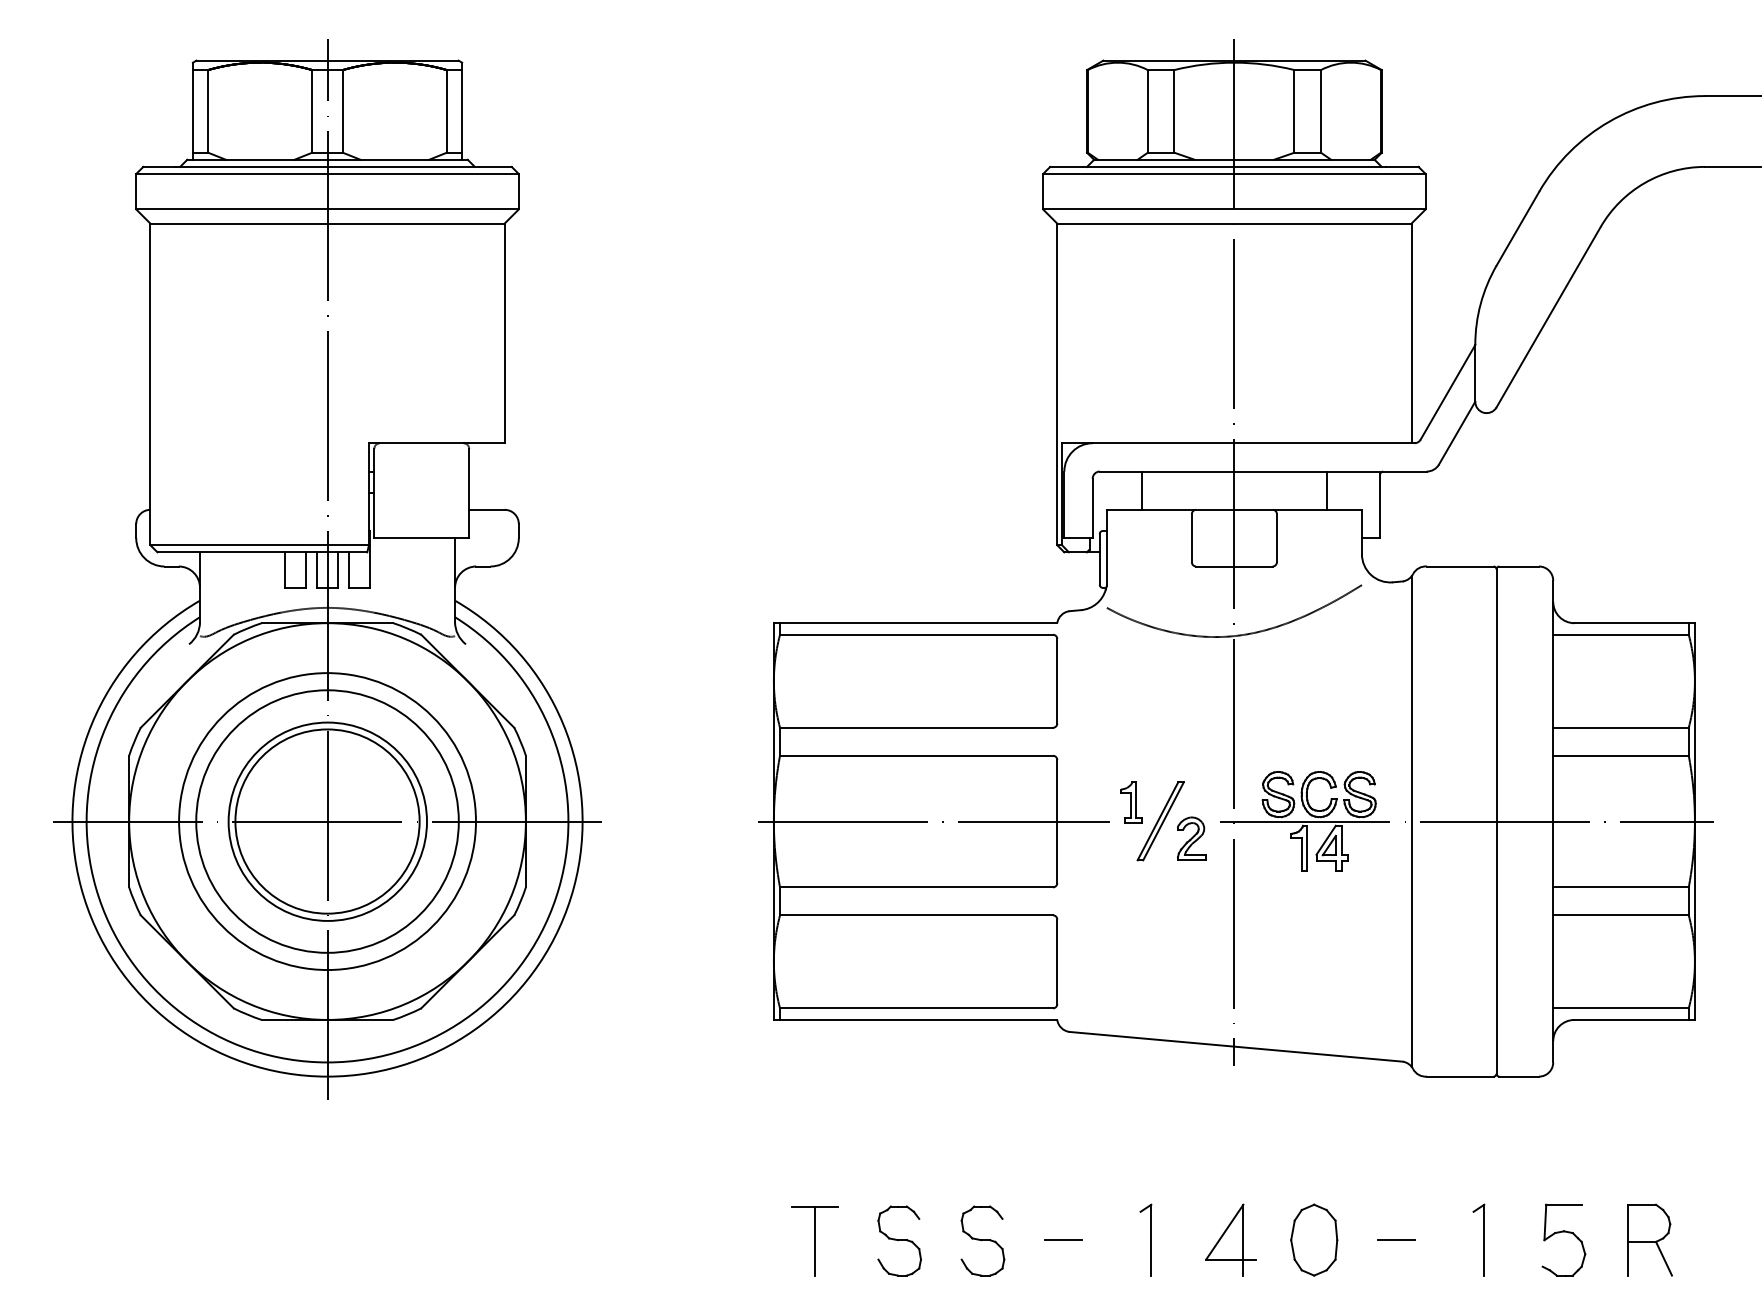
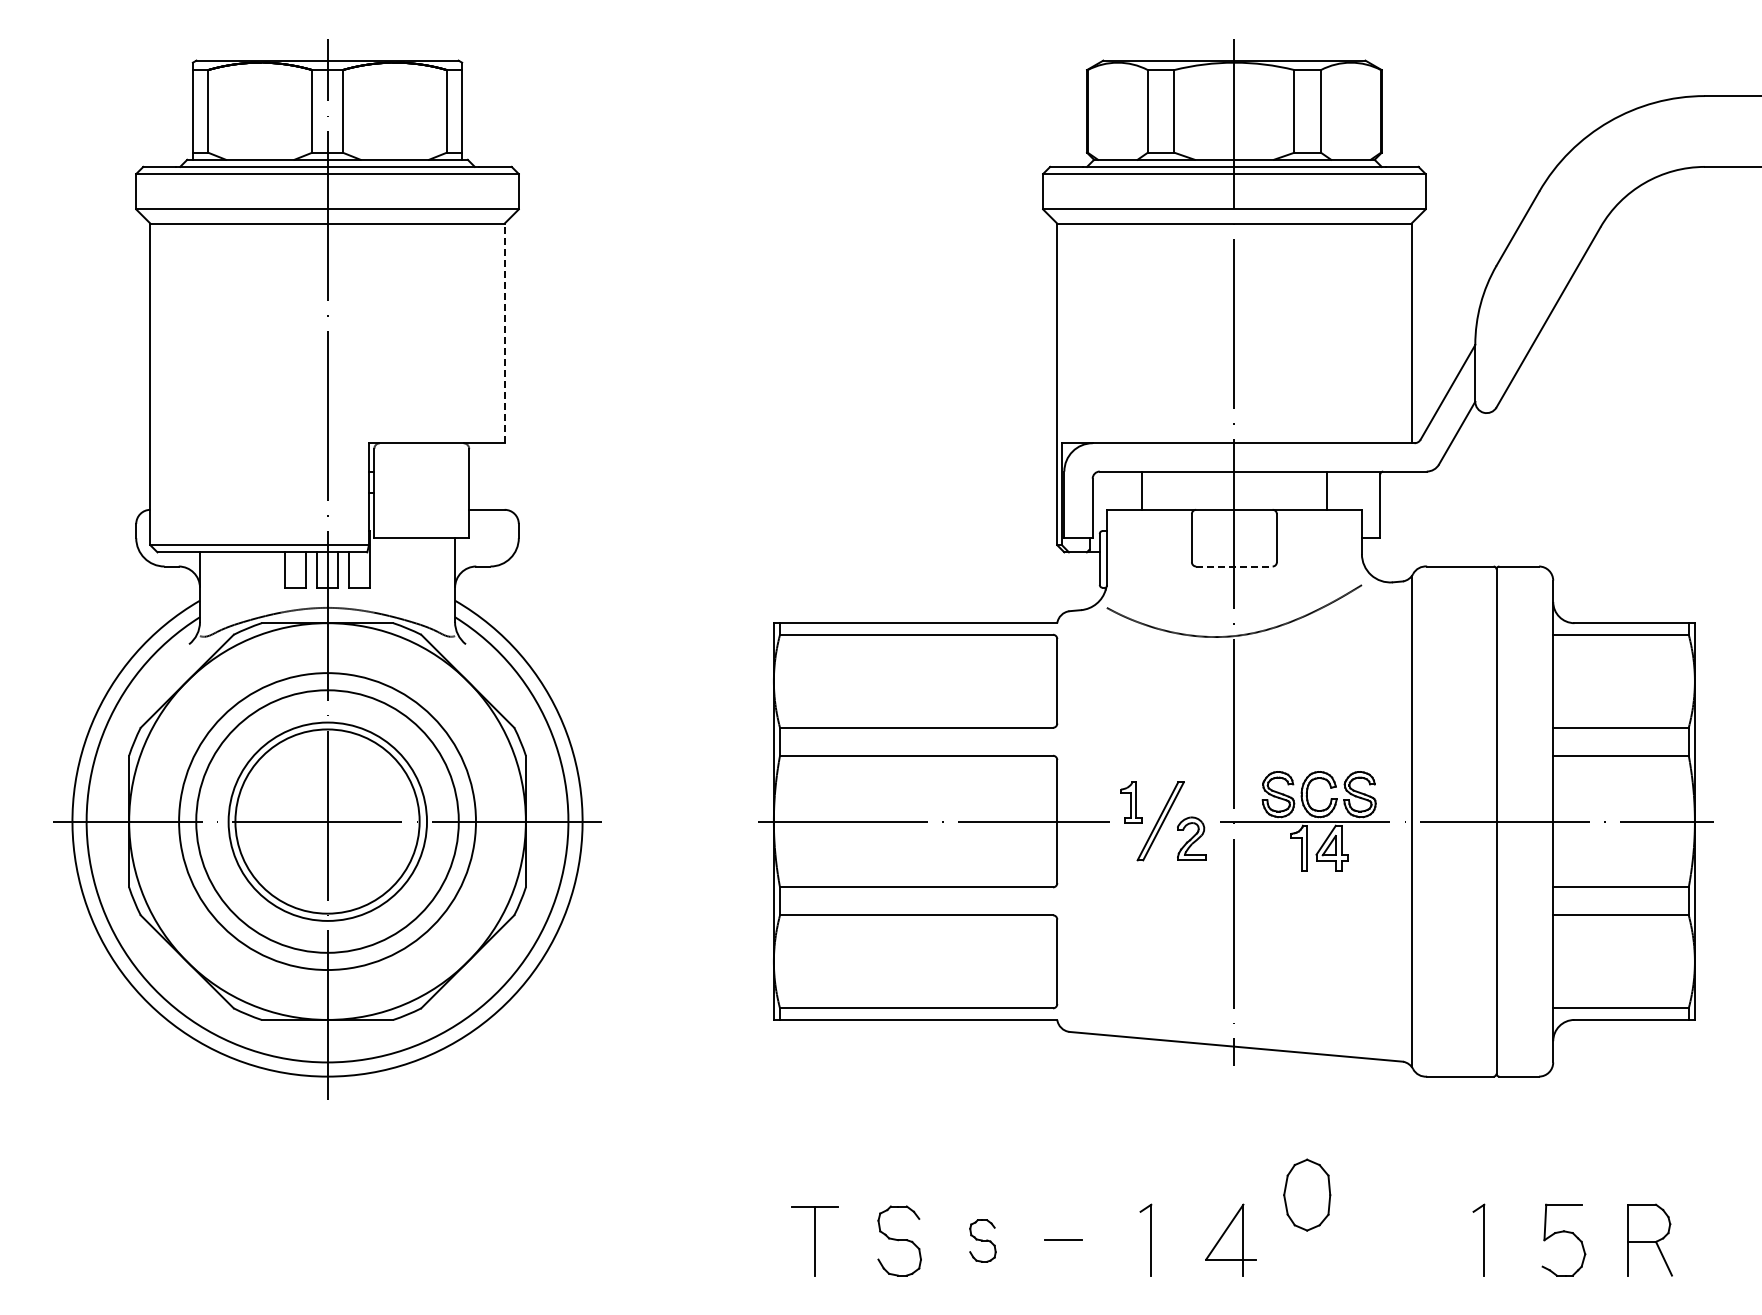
line at (504, 333): solid -> dashed
line at (1234, 566): solid -> dashed
part at (1314, 1239) position: (1314, 1239) -> (1307, 1194)
part at (982, 1240) size: 46x72 px -> 28x44 px
line at (1396, 1240): present -> none
